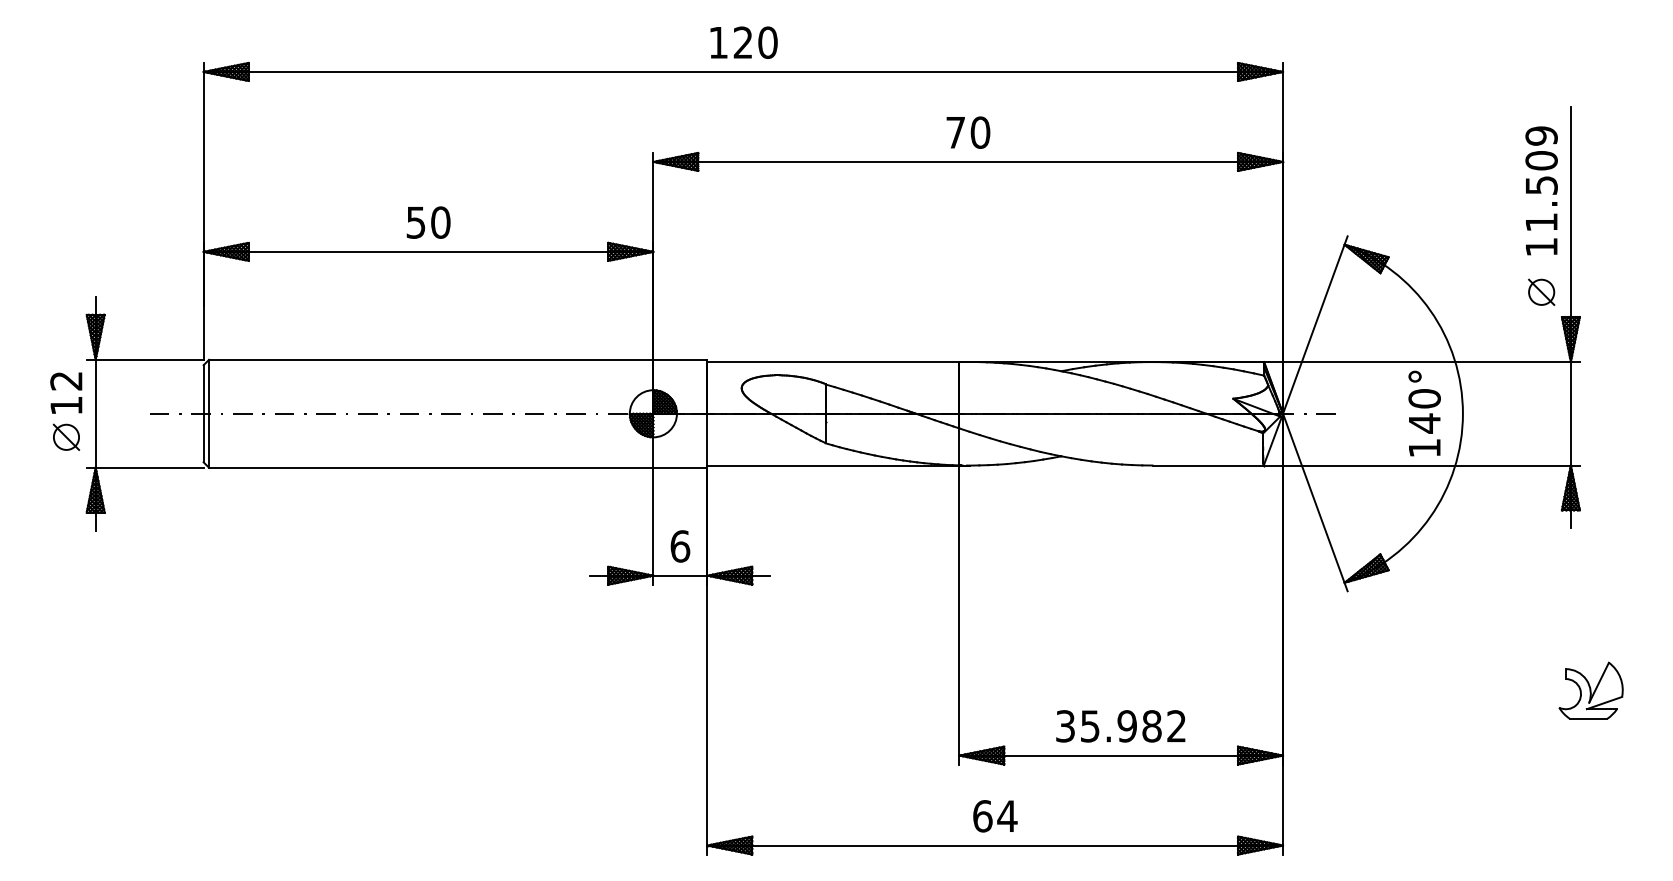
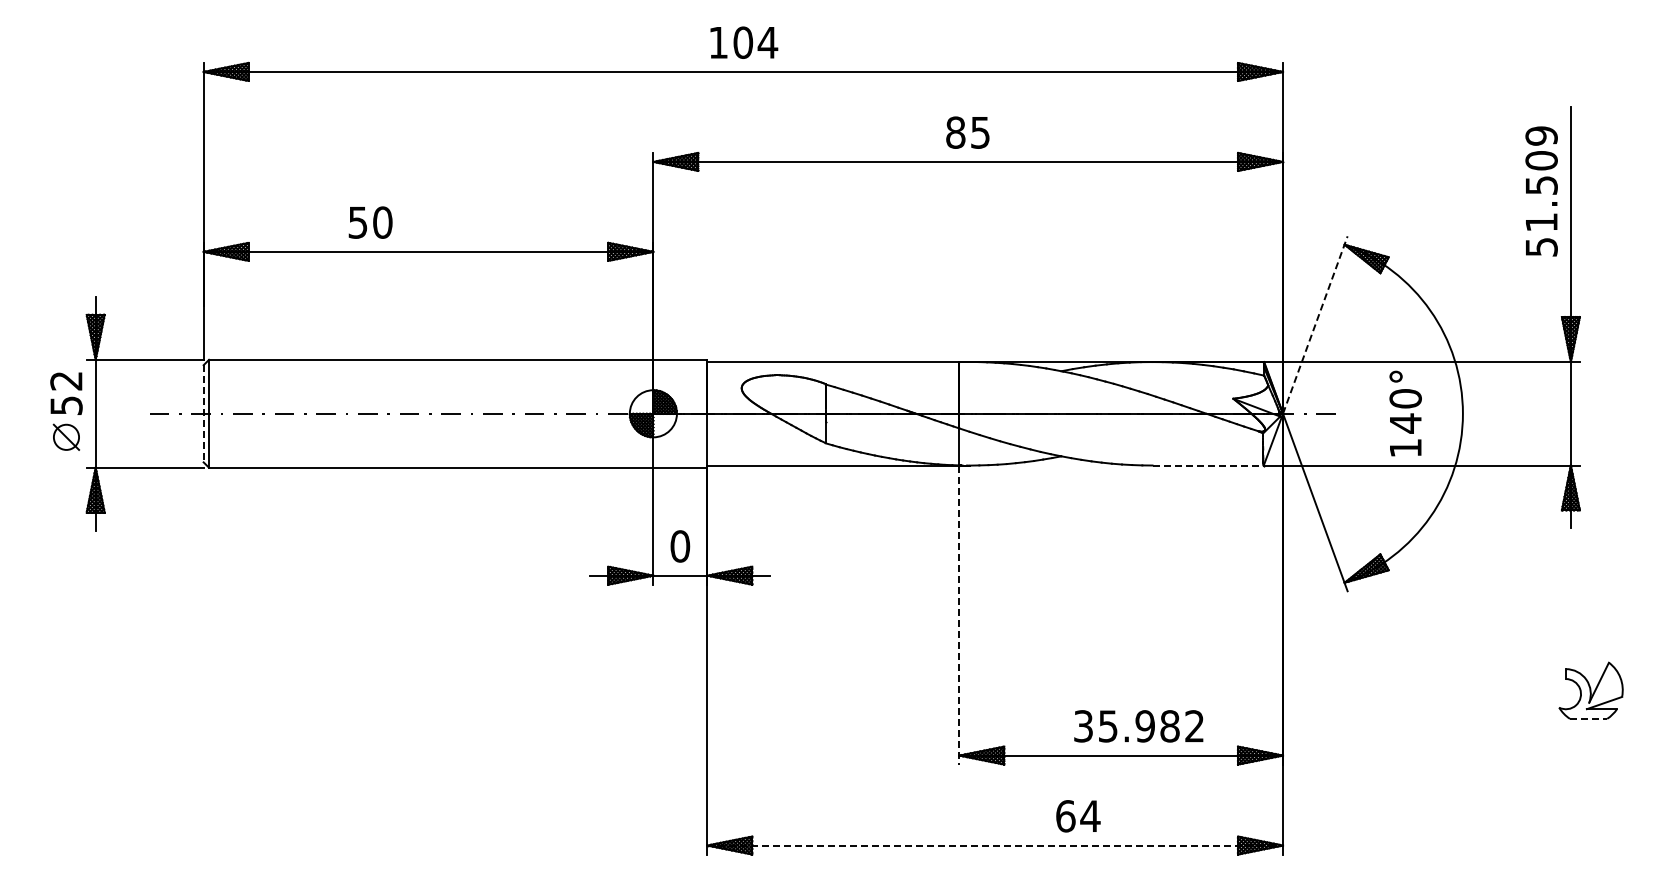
text at (755, 42): 120 -> 104
text at (968, 132): 70 -> 85
text at (428, 222) position: (428, 222) -> (370, 222)
text at (1541, 247): 11.509 -> 51.509
part at (1541, 291): present -> none
line at (1315, 324): solid -> dashed
text at (66, 405): 12 -> 52
line at (203, 413): solid -> dashed
text at (1424, 413) position: (1424, 413) -> (1405, 413)
line at (1208, 465): solid -> dashed
text at (680, 546): 6 -> 0
line at (959, 615): solid -> dashed
line at (1588, 718): solid -> dashed
text at (1120, 726) position: (1120, 726) -> (1138, 726)
text at (995, 816) position: (995, 816) -> (1078, 816)
line at (995, 845): solid -> dashed
